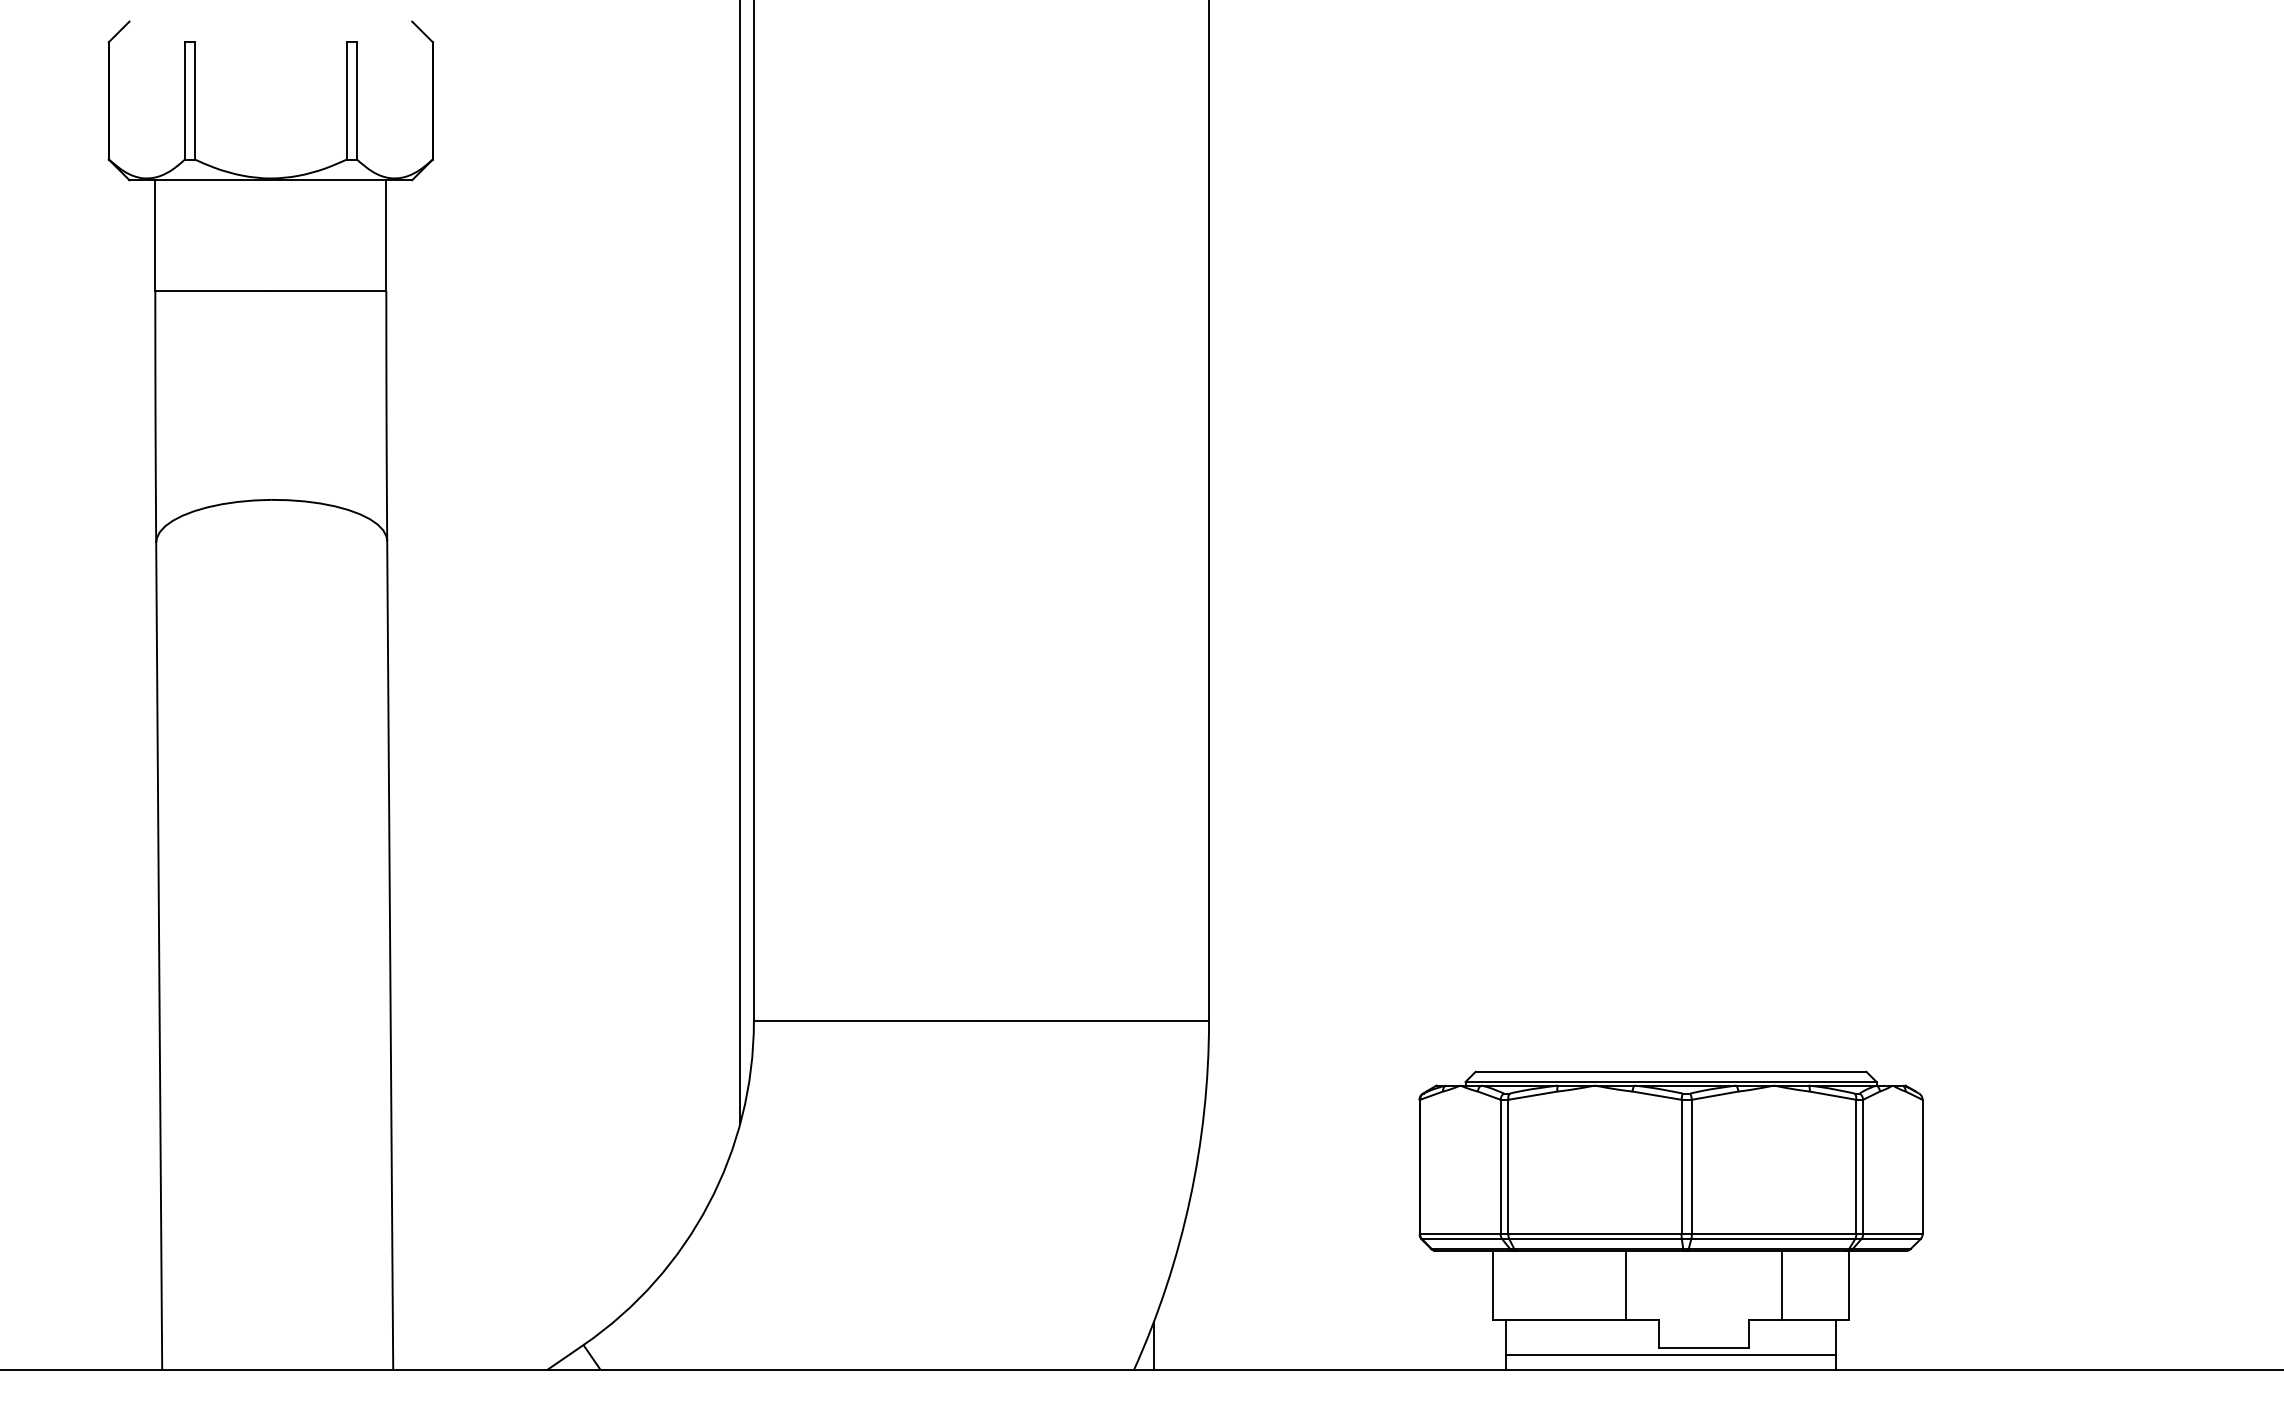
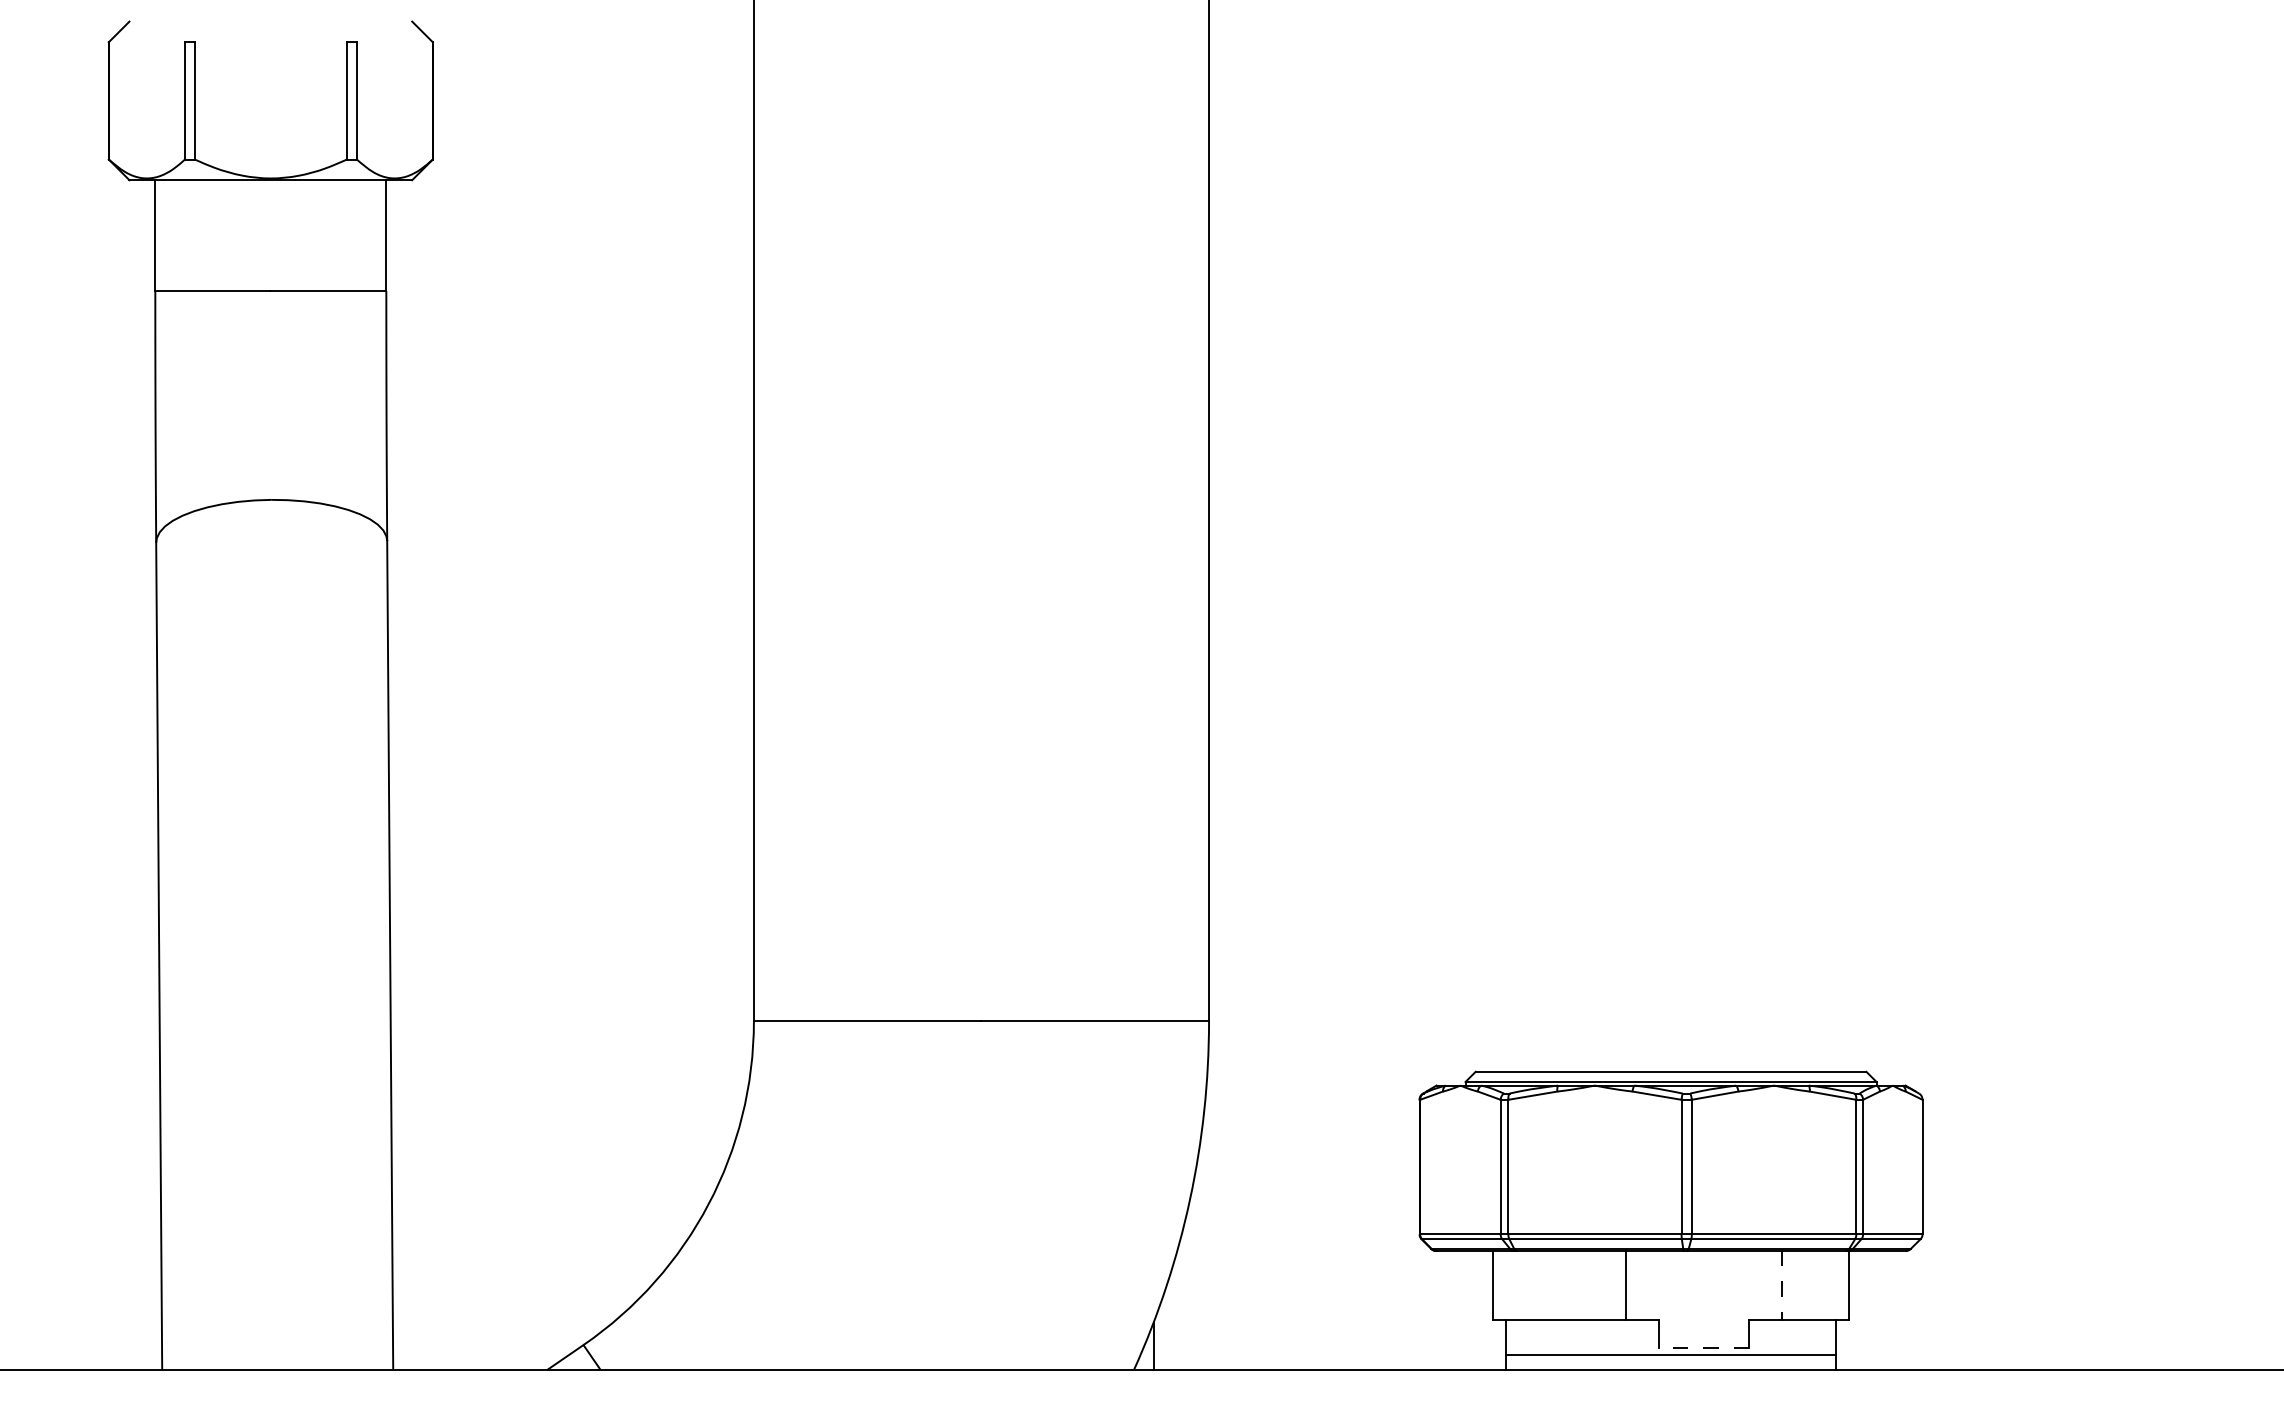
line at (740, 563): present -> none
line at (1782, 1286): solid -> dashed
line at (1703, 1347): solid -> dashed
